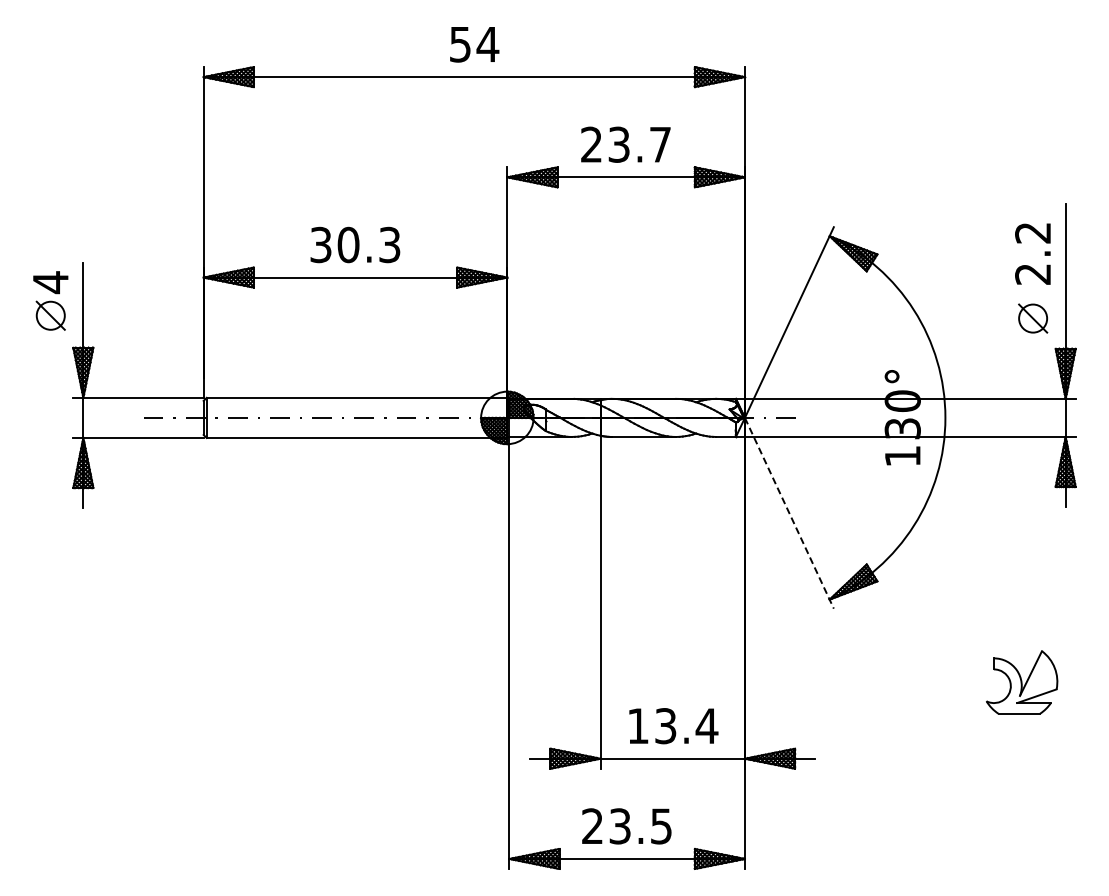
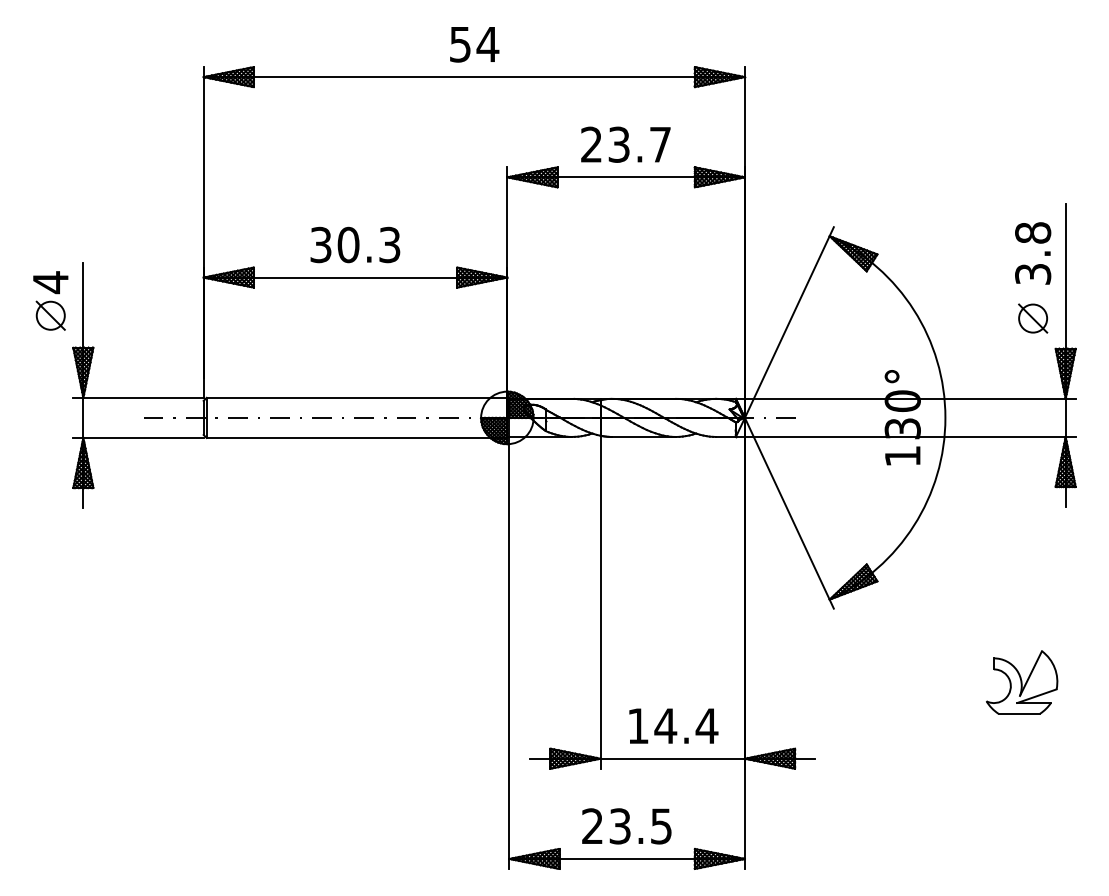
text at (1033, 253): 2.2 -> 3.8
line at (789, 513): dashed -> solid
text at (665, 726): 13.4 -> 14.4
